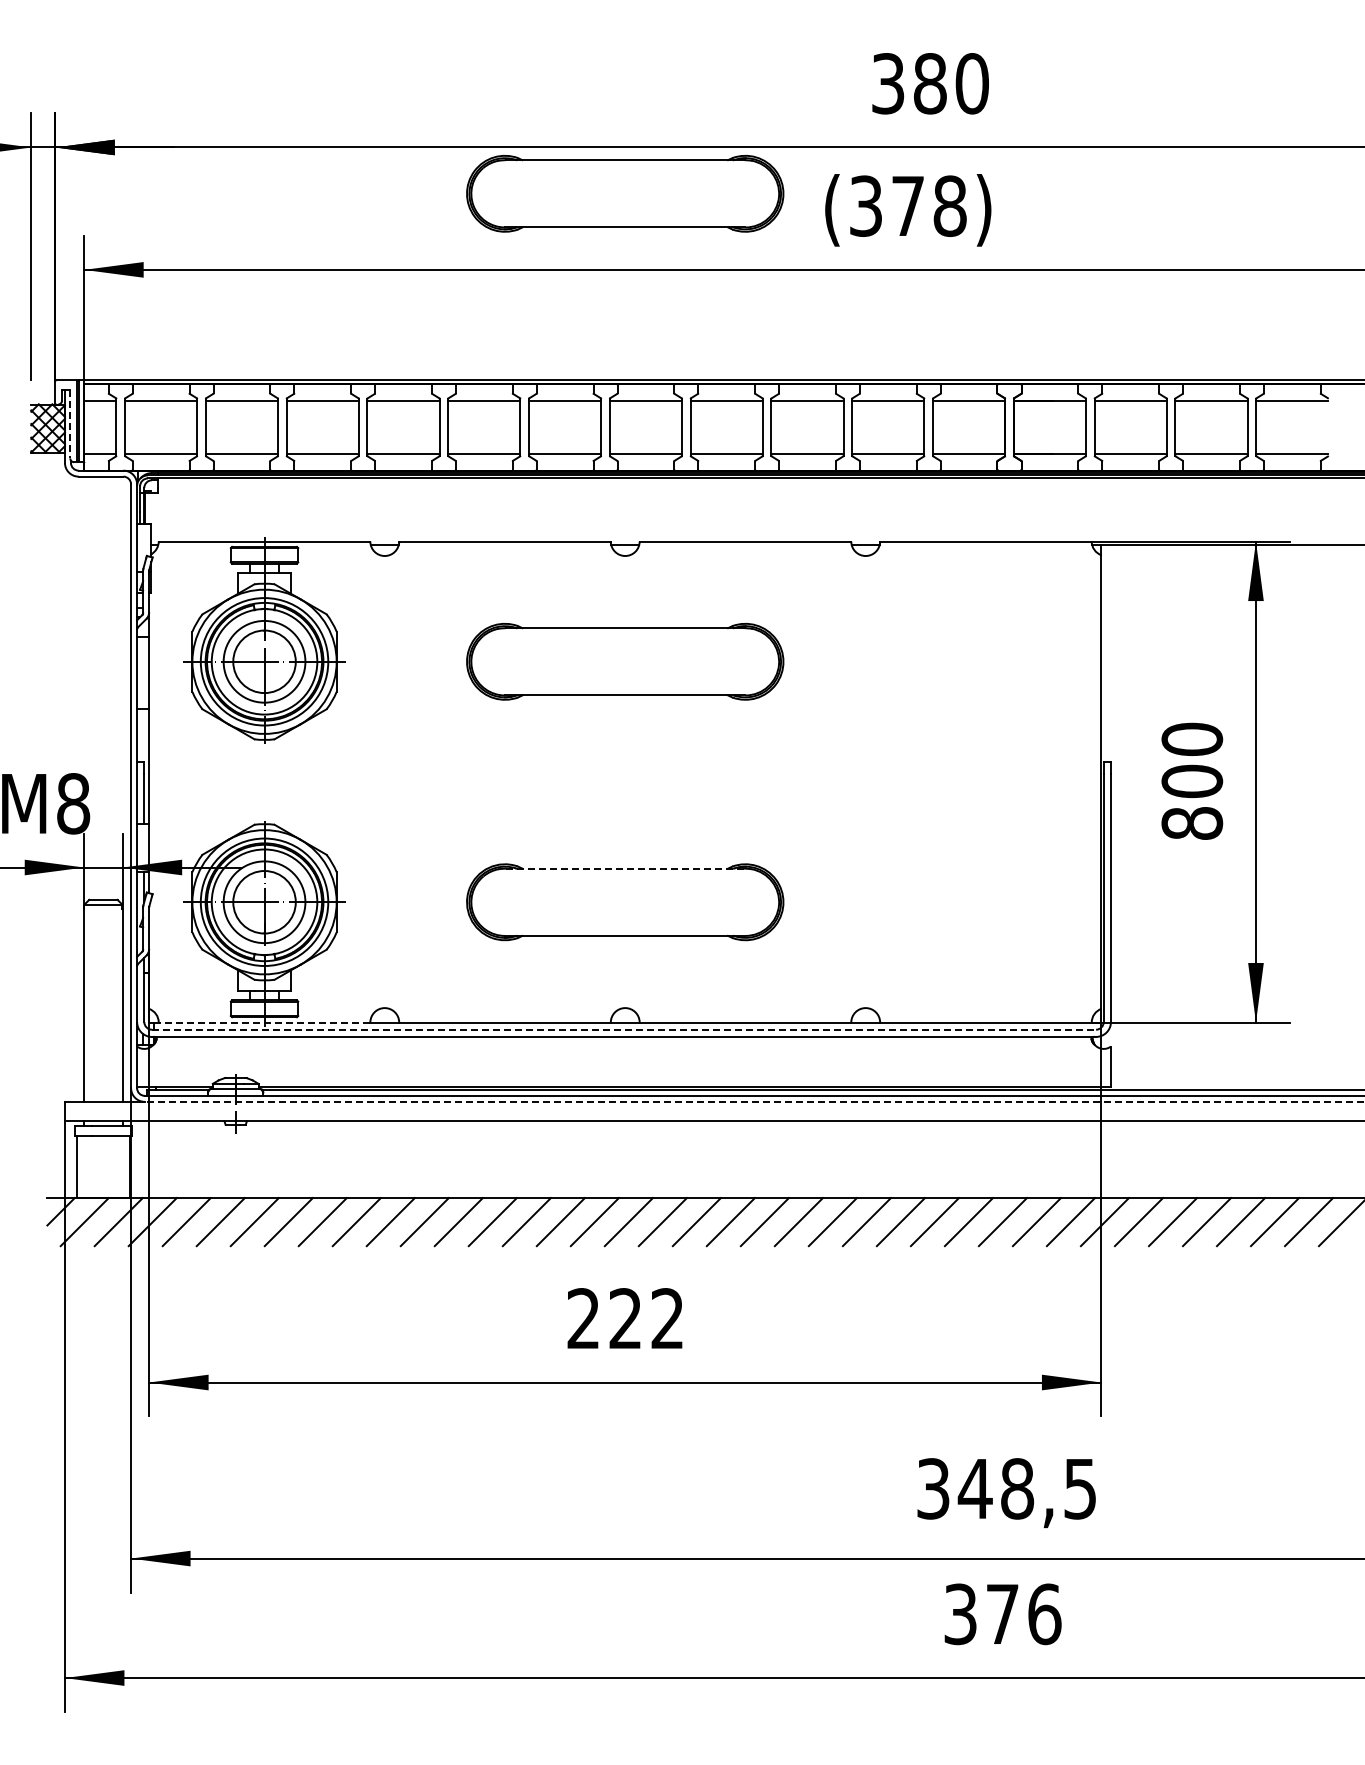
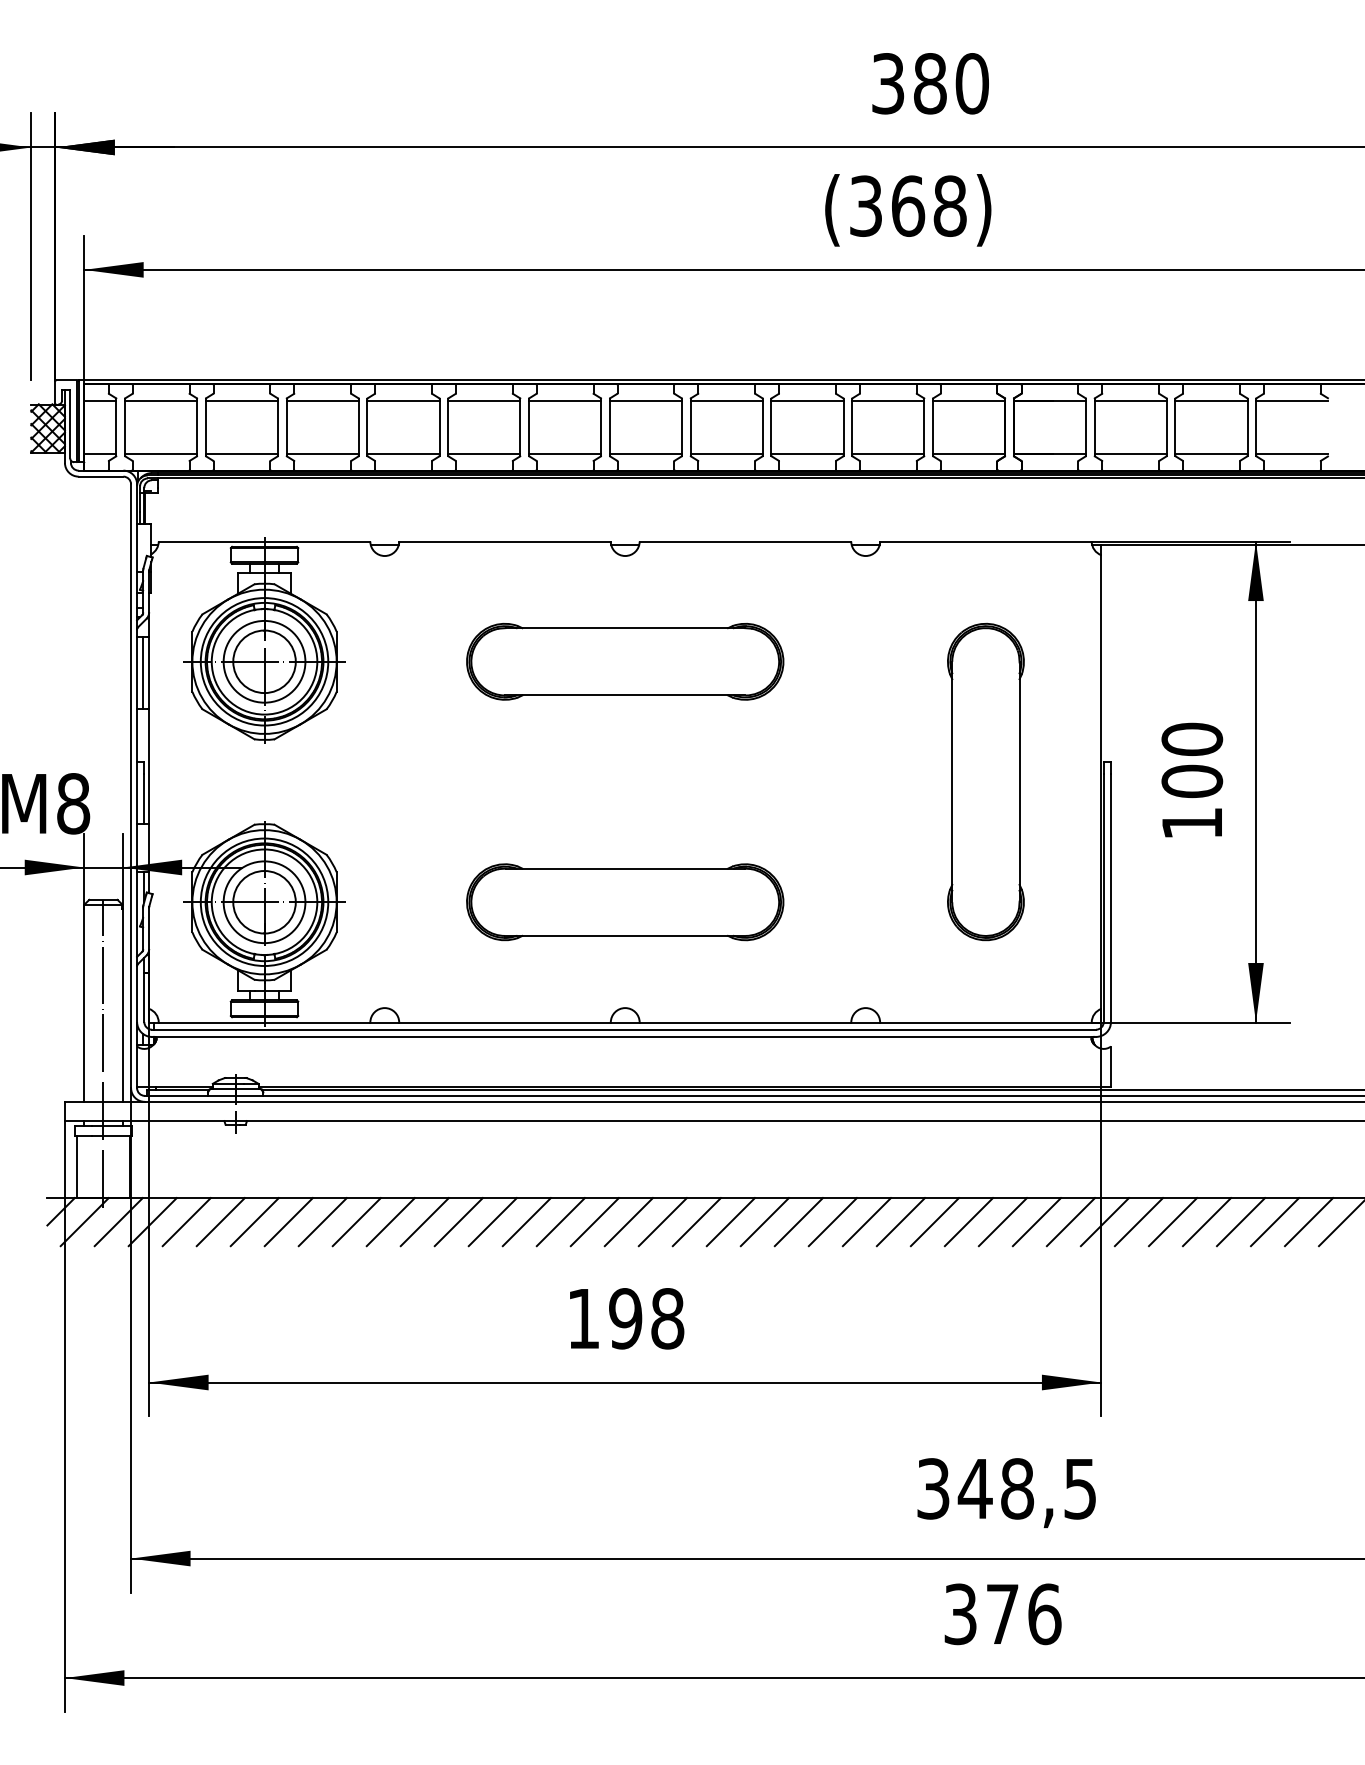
part at (625, 193): present -> none
text at (908, 205): 378 -> 368
line at (70, 424): dashed -> solid
line at (143, 672): none -> present
part at (985, 781): none -> present
text at (1192, 823): 800 -> 100
line at (625, 868): dashed -> solid
line at (264, 1022): dashed -> solid
line at (624, 1029): dashed -> solid
line at (103, 1053): none -> present
line at (754, 1101): dashed -> solid
text at (625, 1318): 222 -> 198
